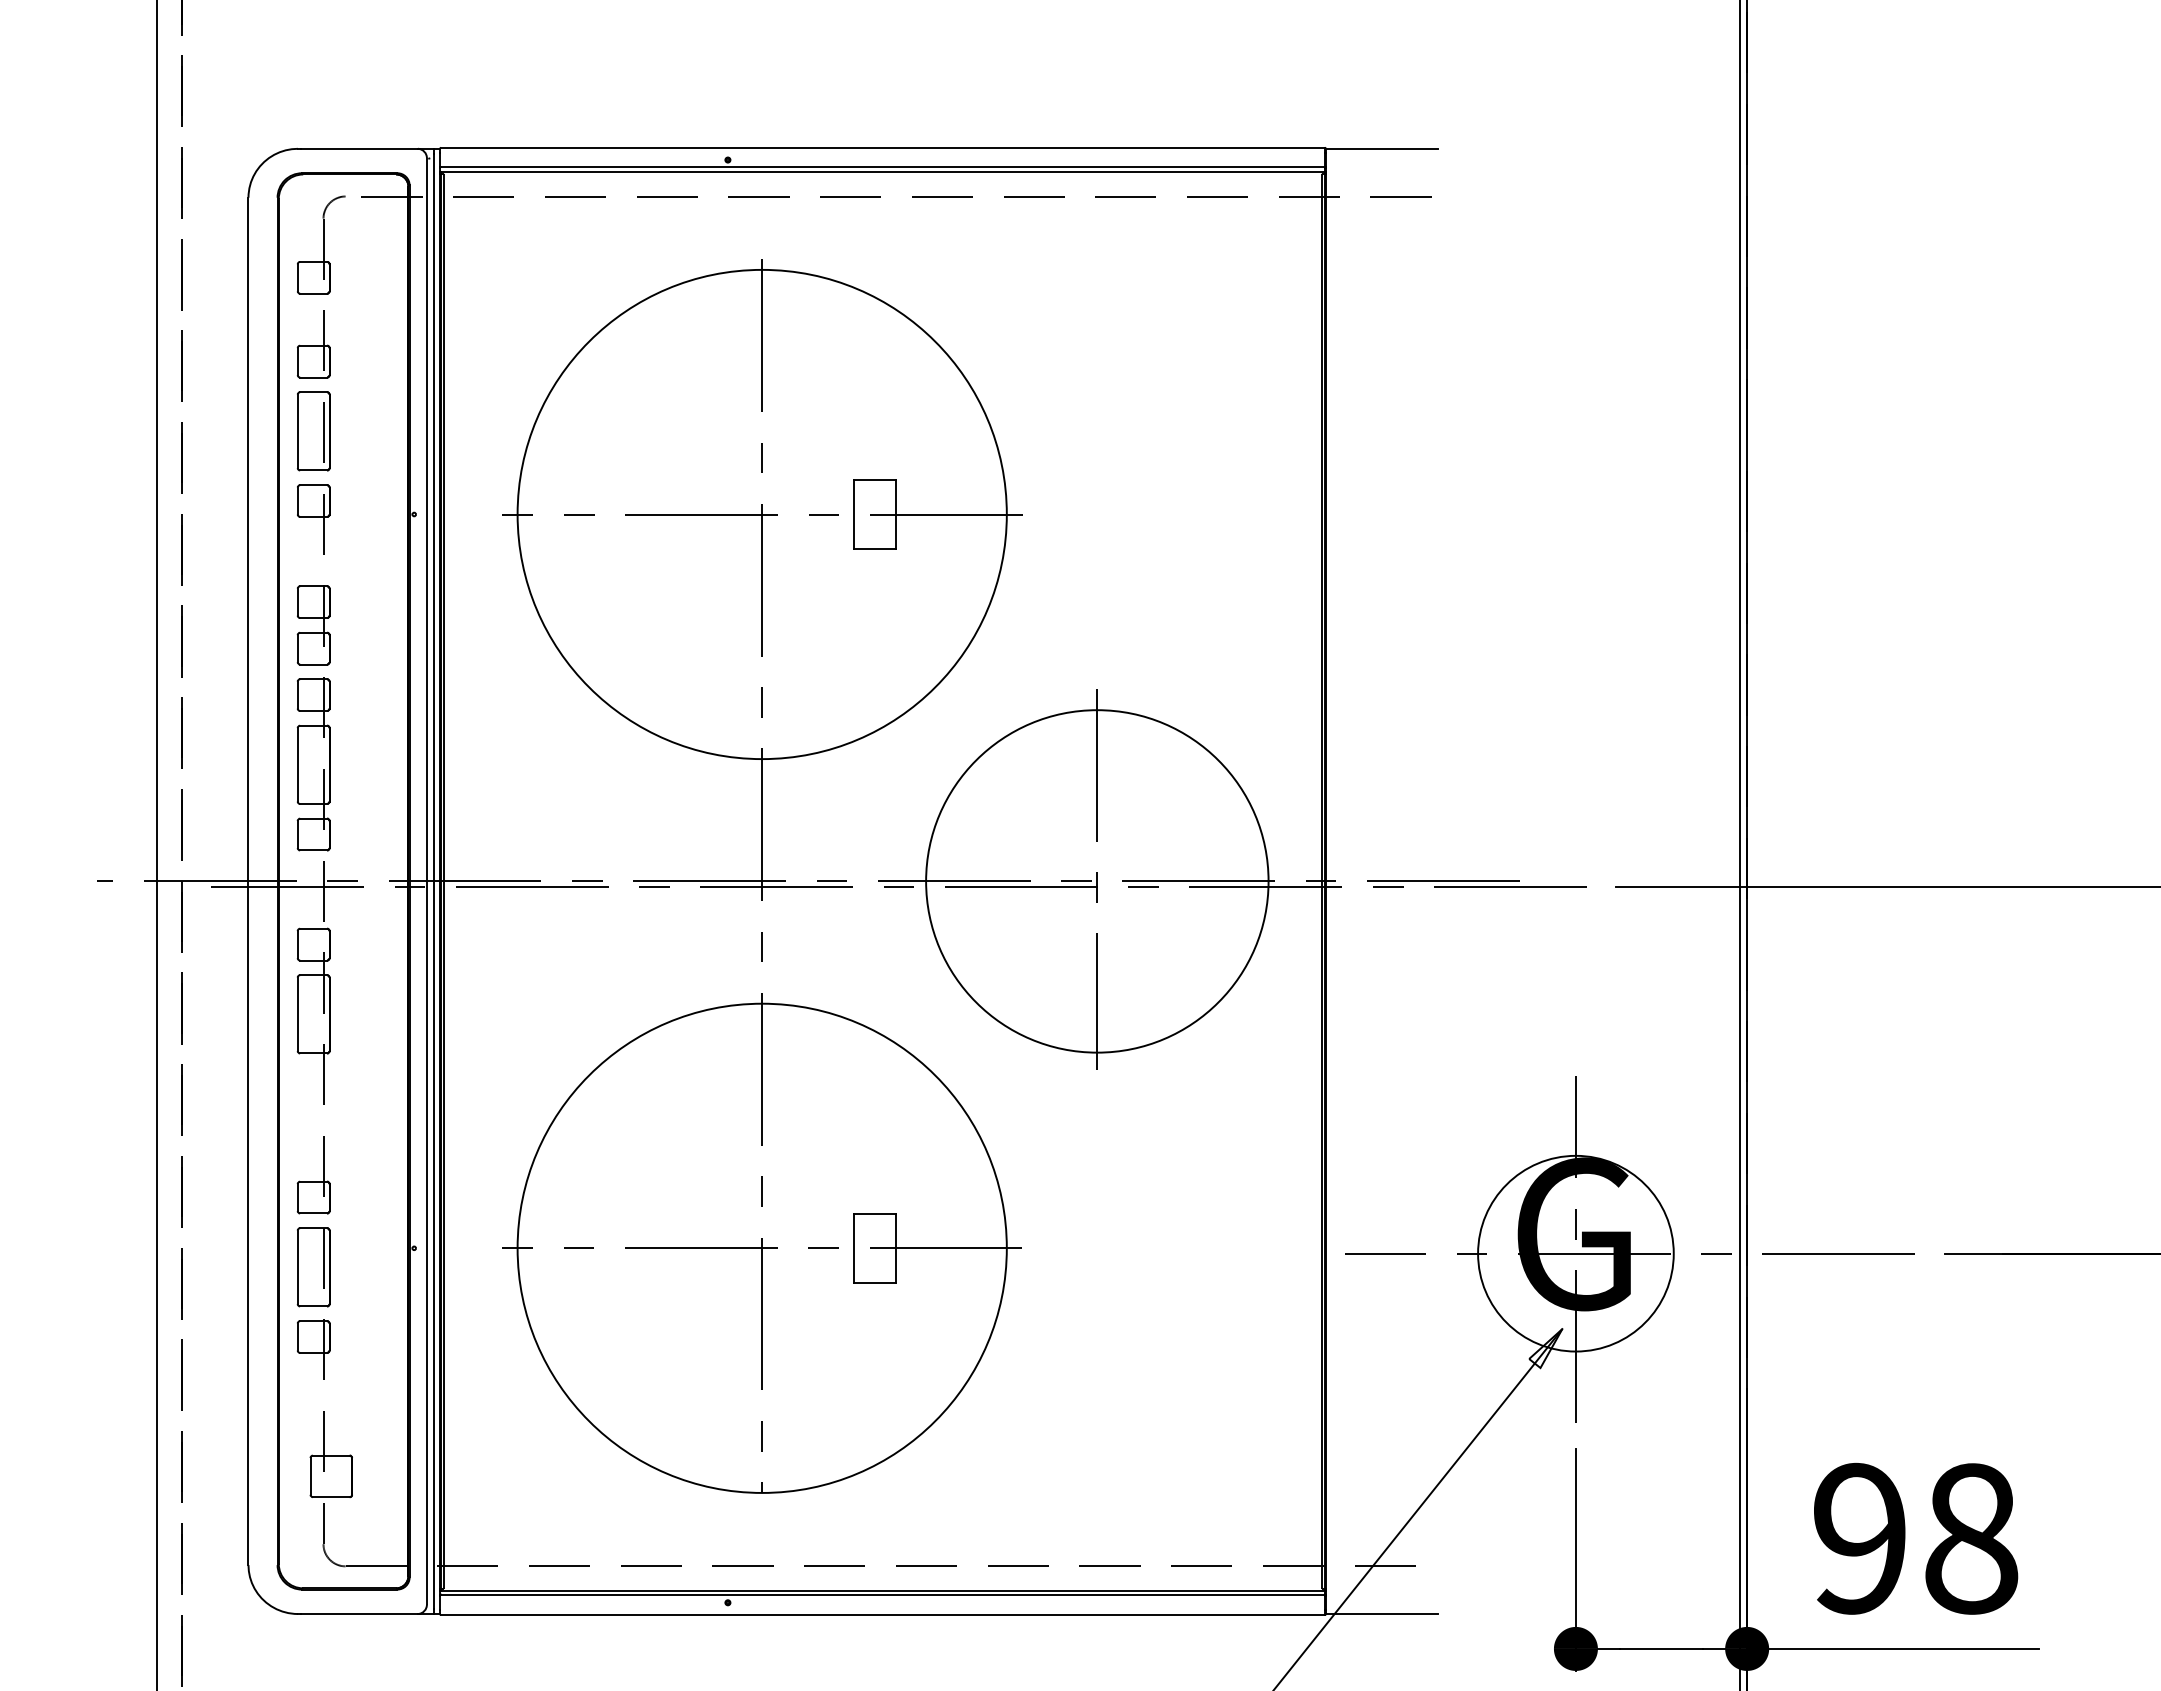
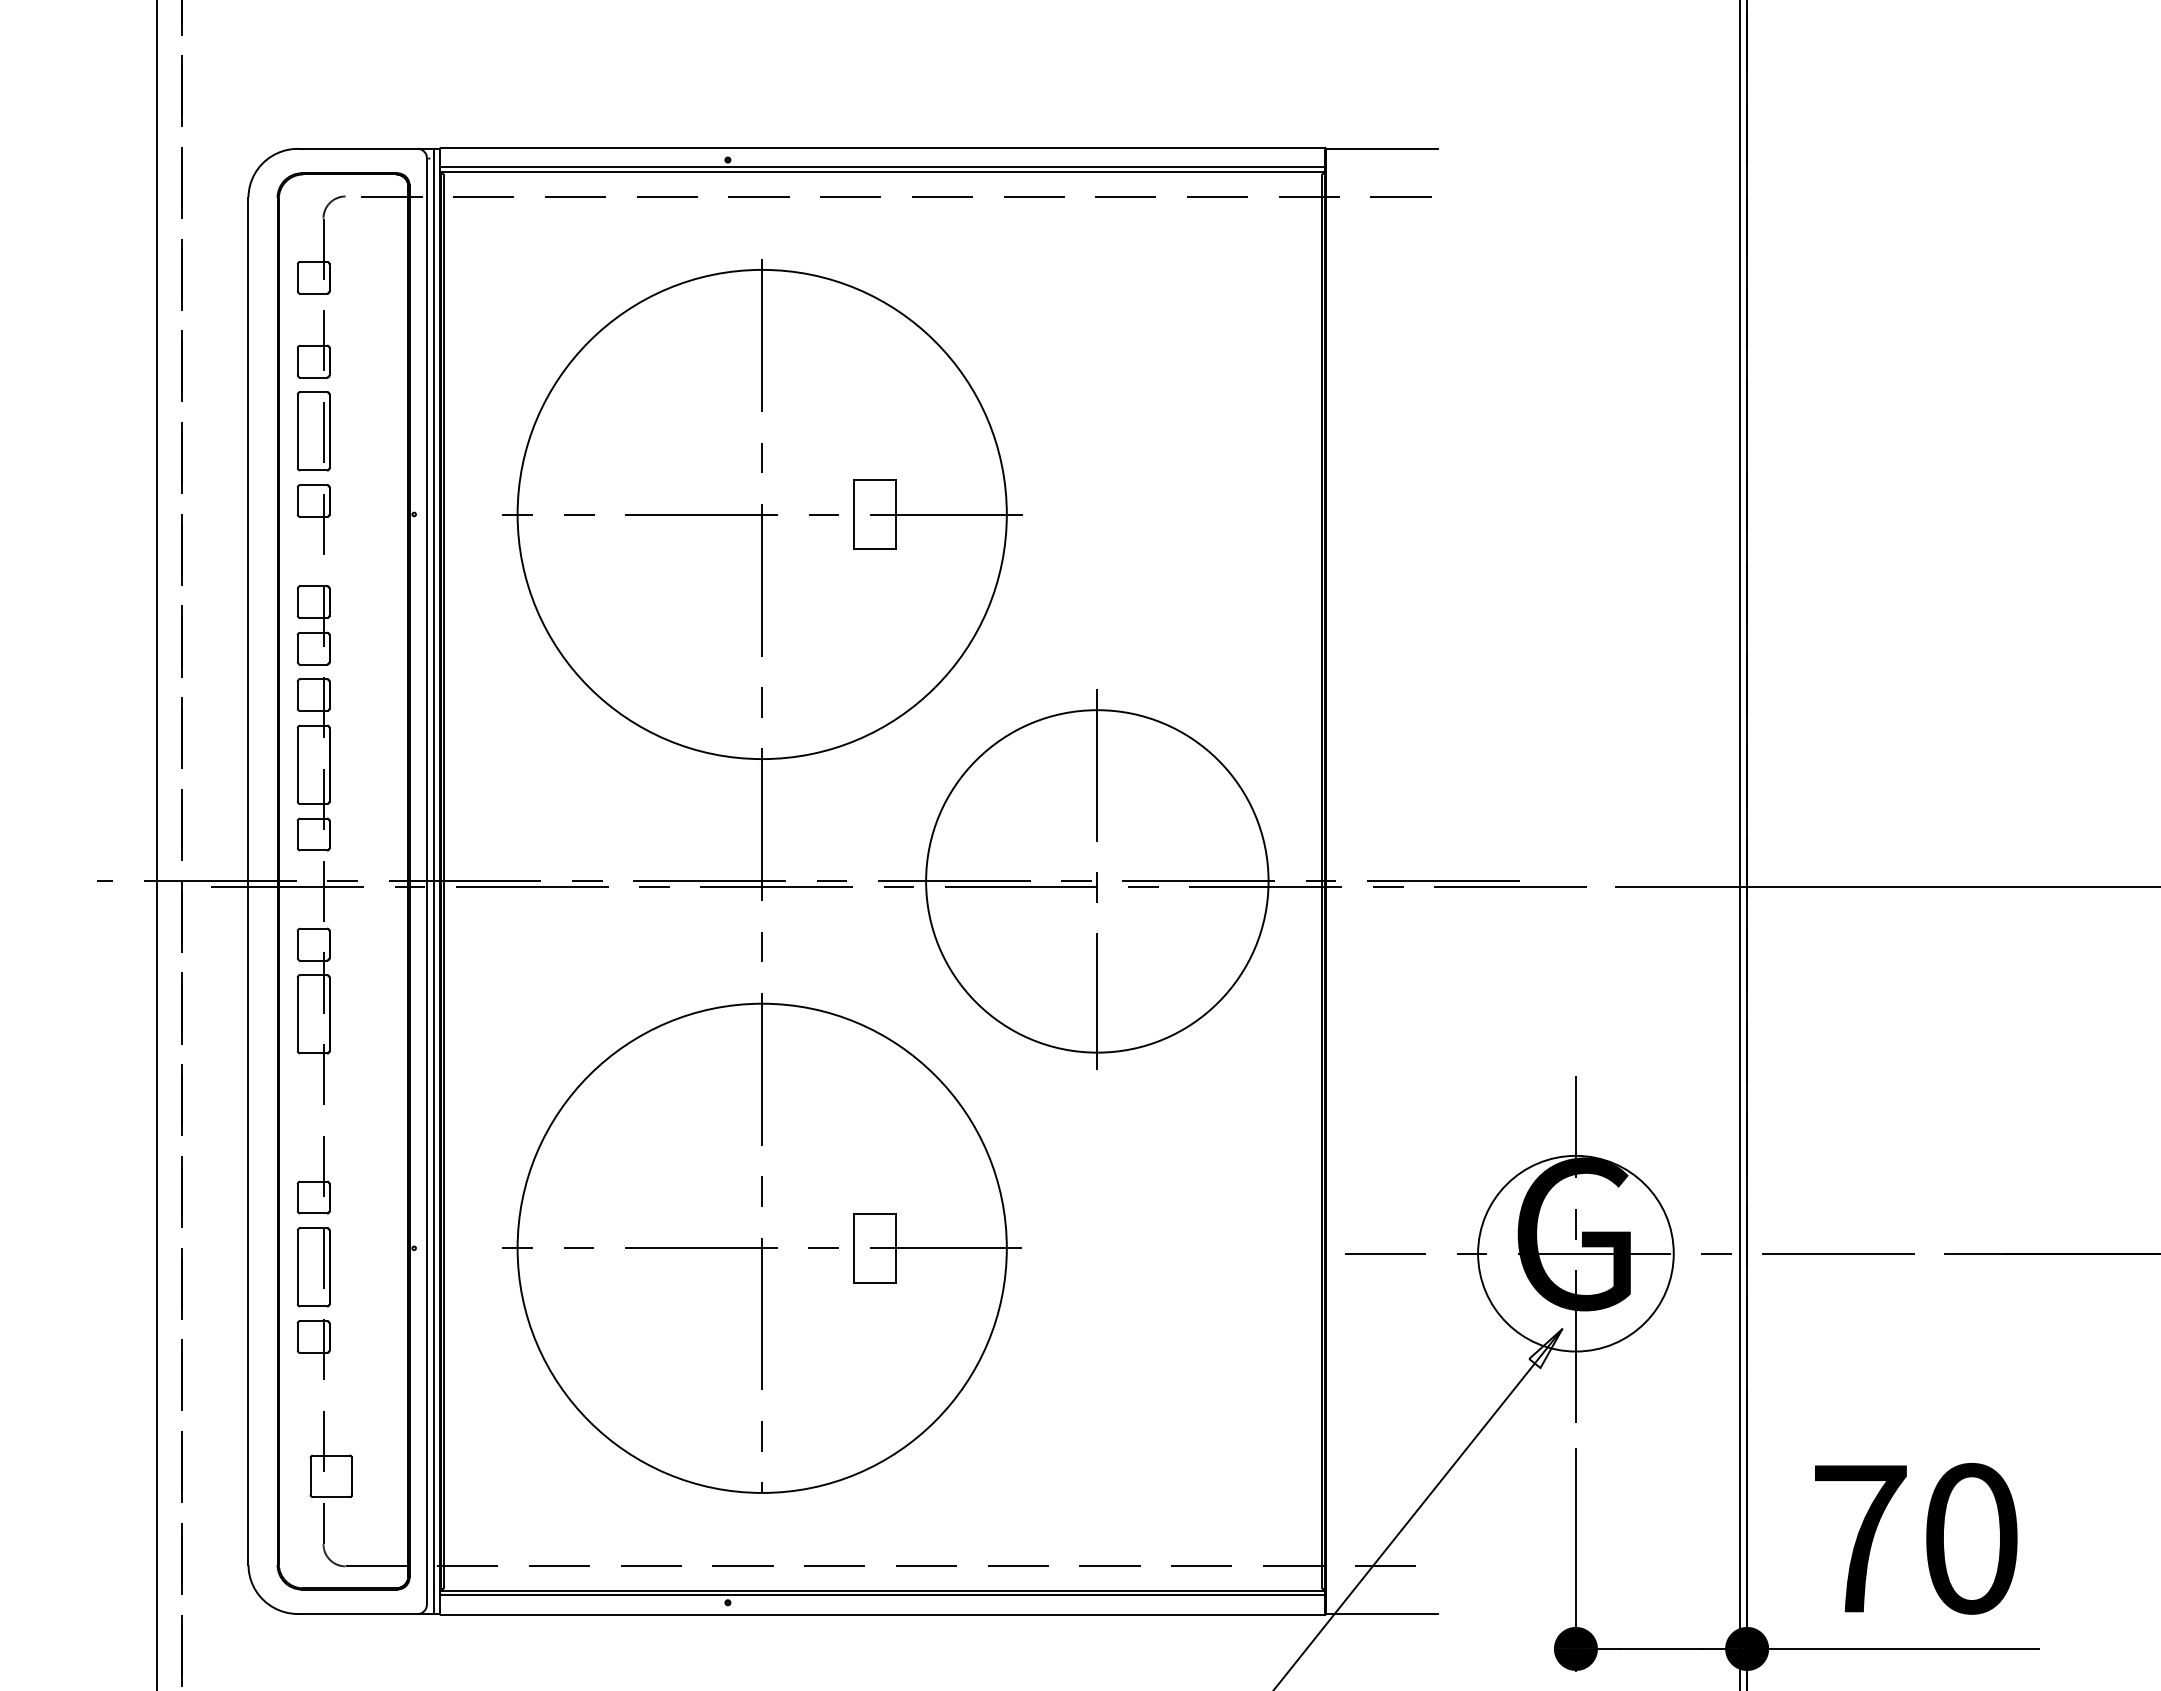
text at (1916, 1538): 98 -> 70
